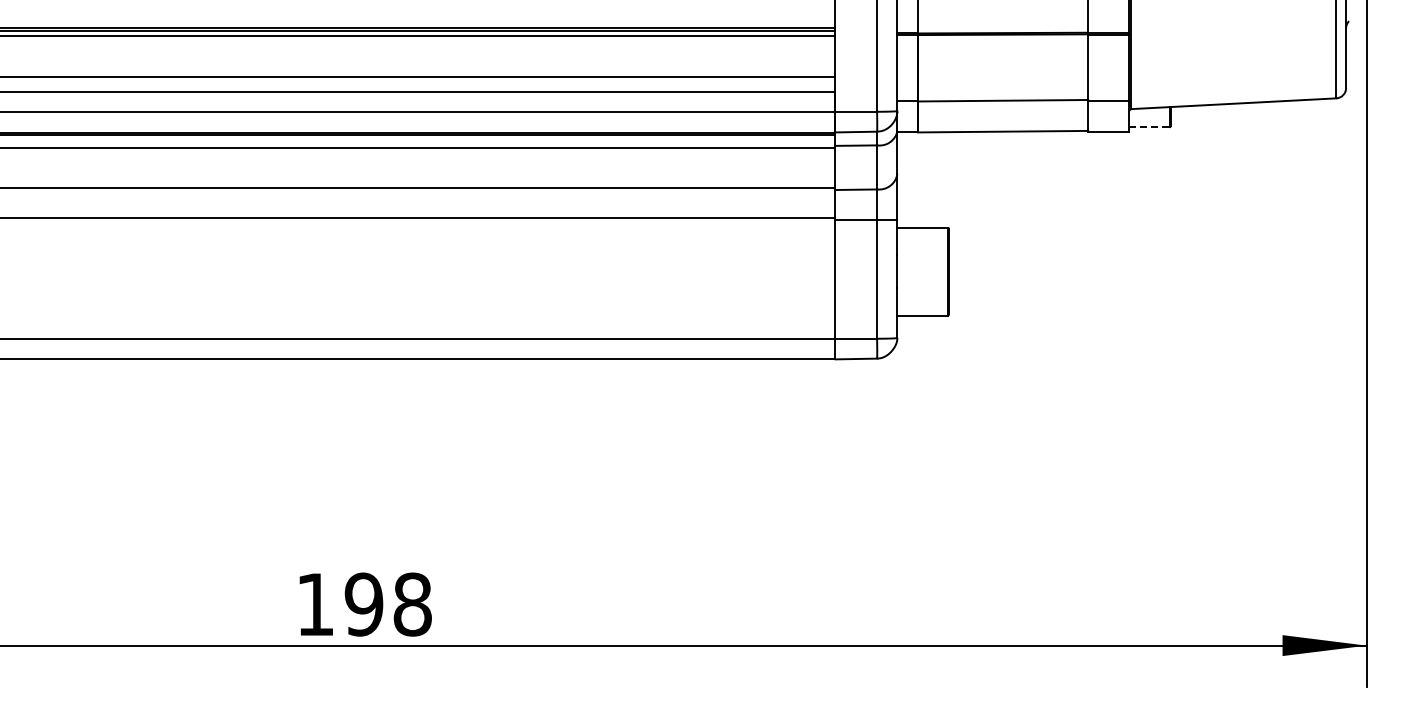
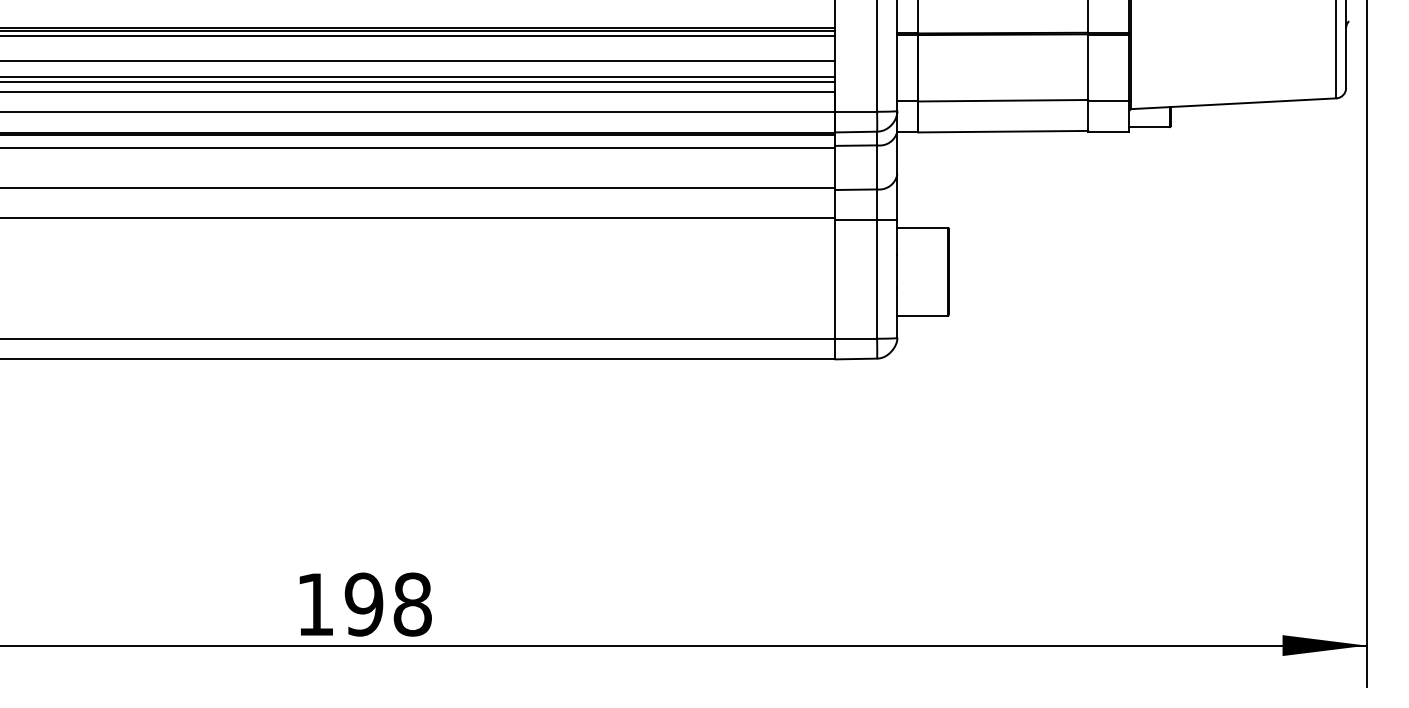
line at (418, 61): none -> present
line at (418, 81): none -> present
line at (1150, 127): dashed -> solid
